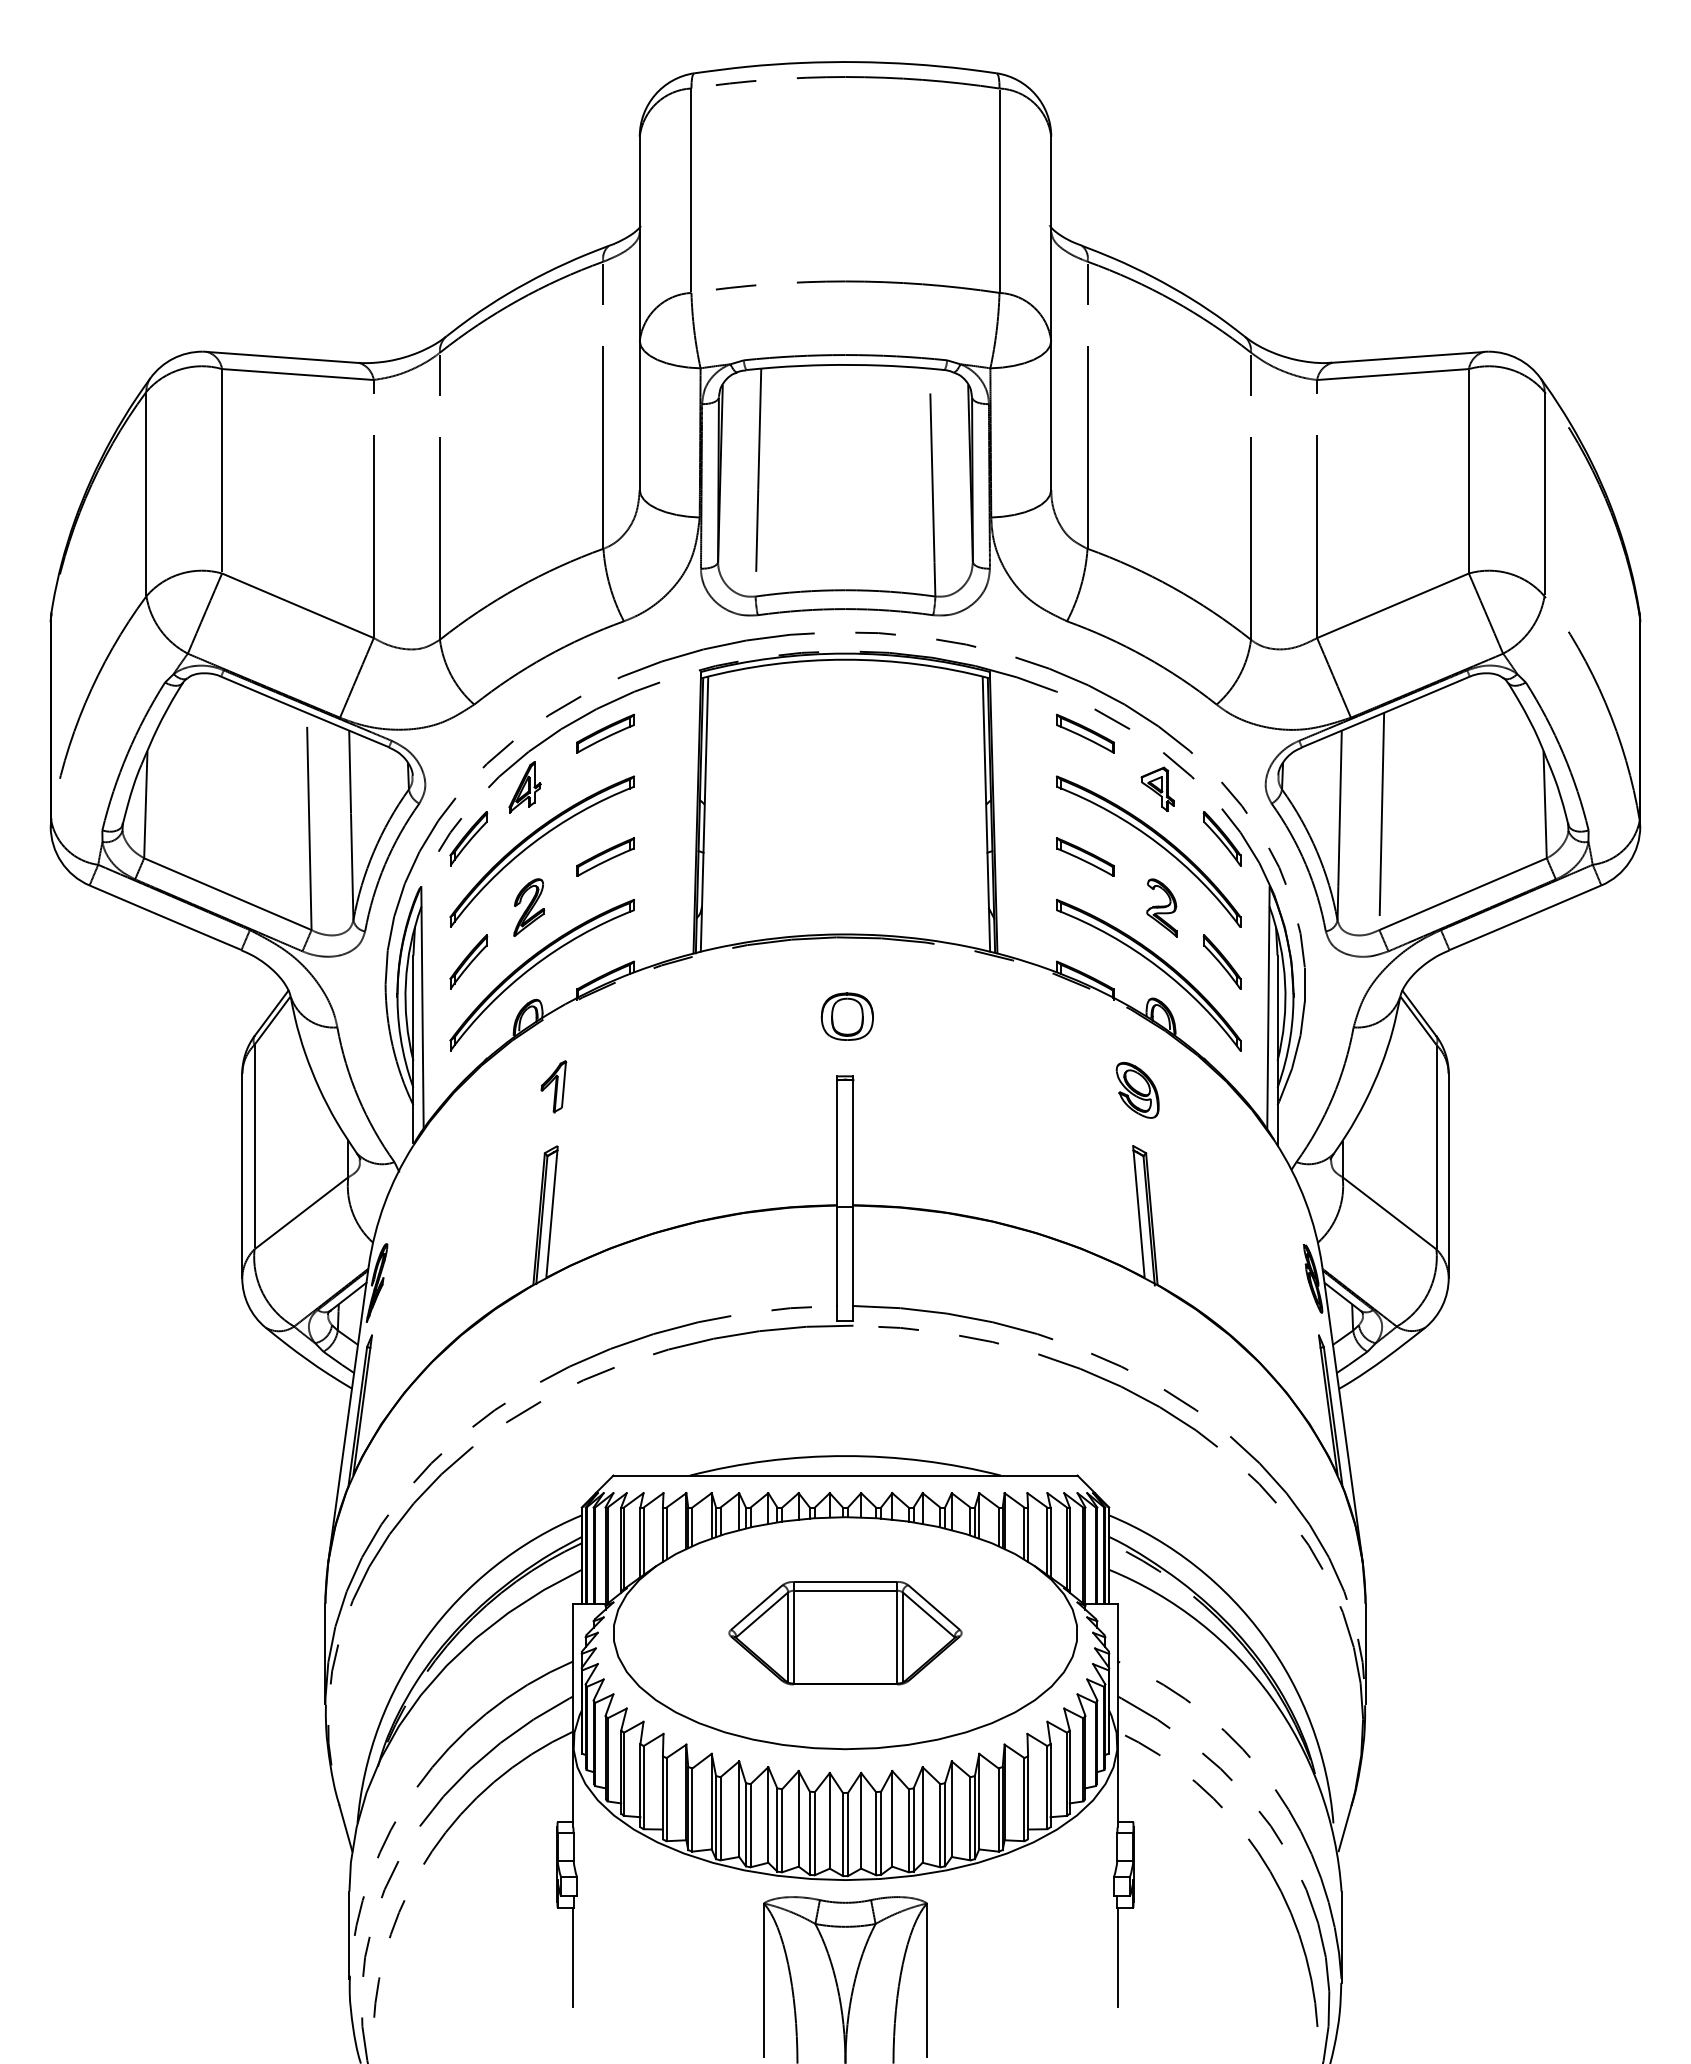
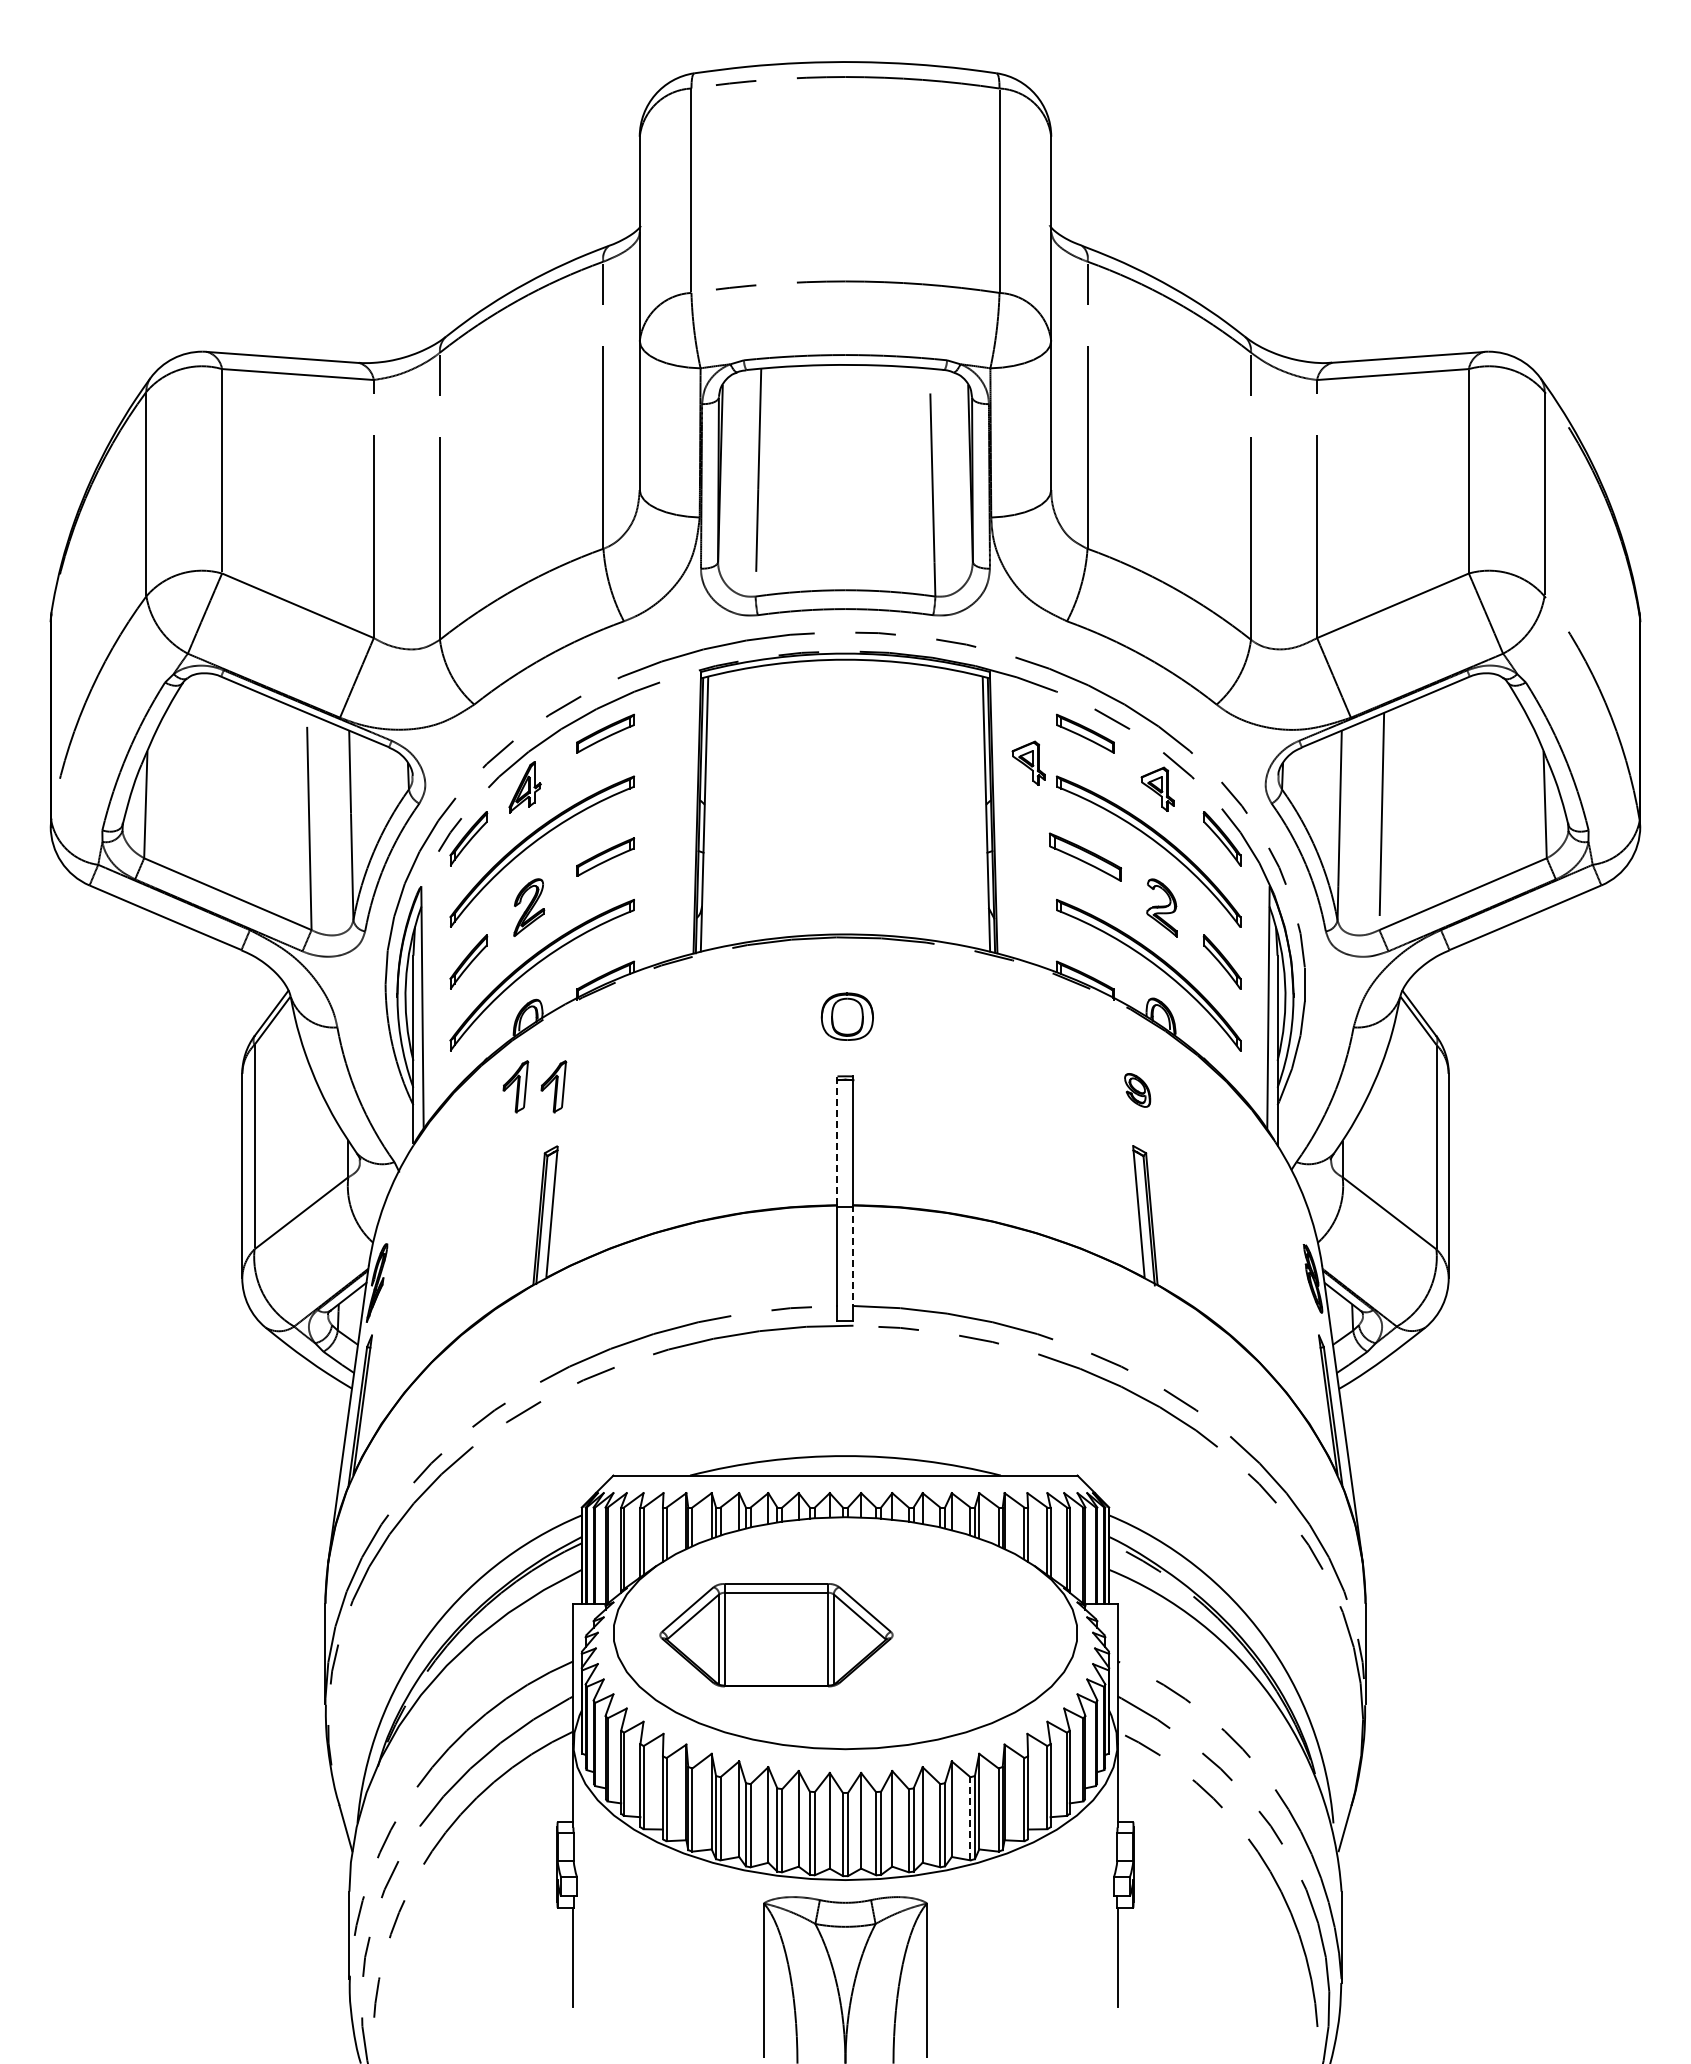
part at (1028, 762): none -> present
part at (1084, 856) size: 60x40 px -> 75x50 px
part at (515, 1086): none -> present
part at (1137, 1090) size: 45x57 px -> 28x35 px
line at (837, 1140): solid -> dashed
line at (853, 1256): solid -> dashed
part at (845, 1633) position: (845, 1633) -> (776, 1635)
line at (970, 1818): solid -> dashed
